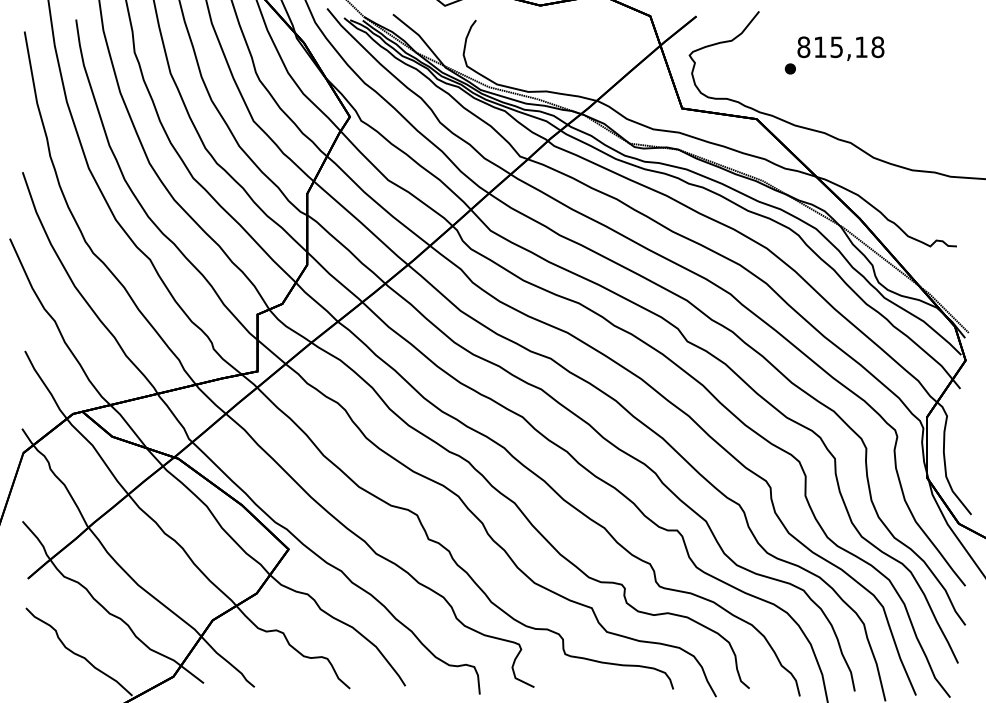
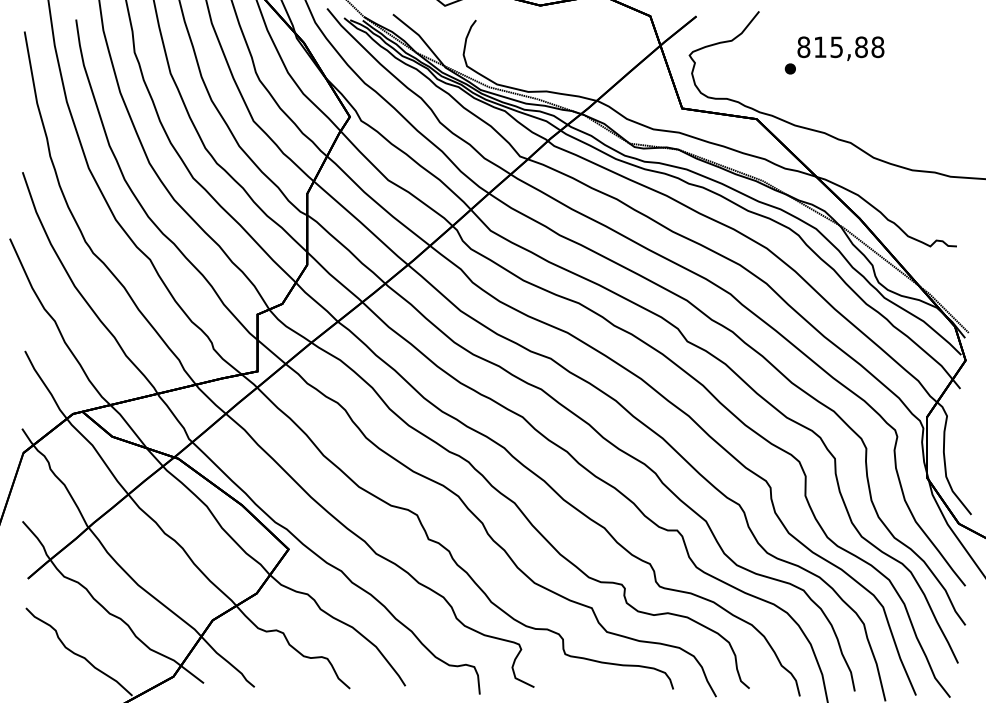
text at (861, 47): 815,18 -> 815,88
